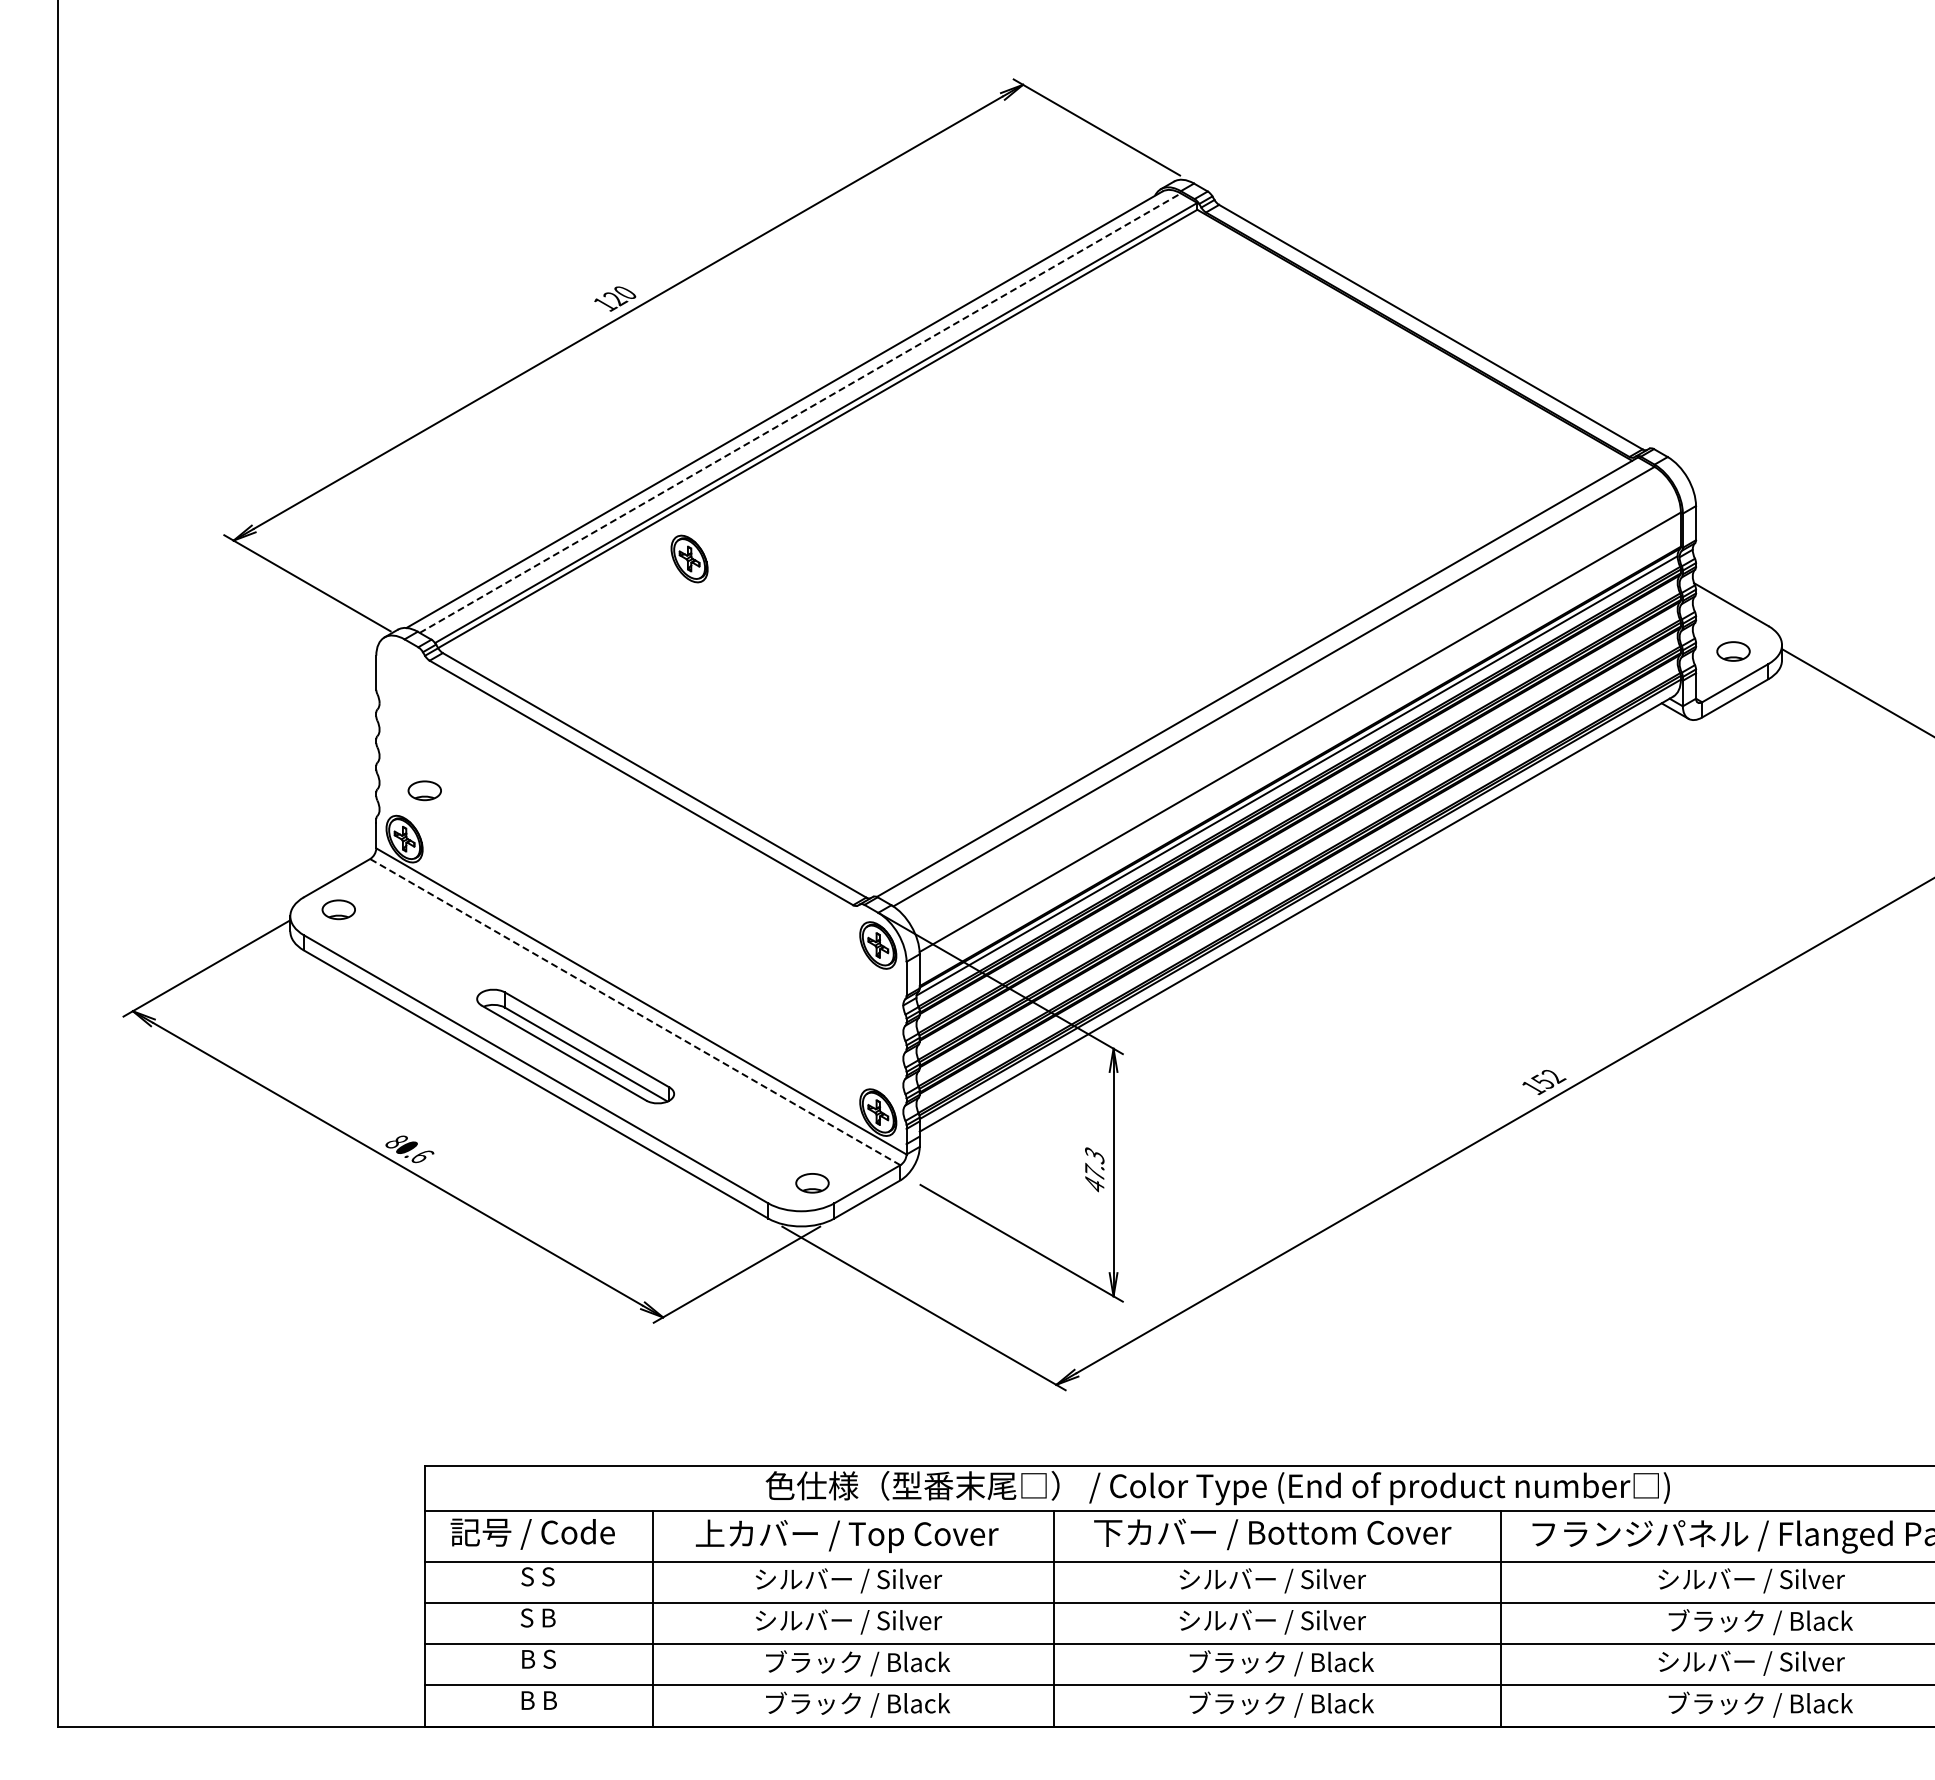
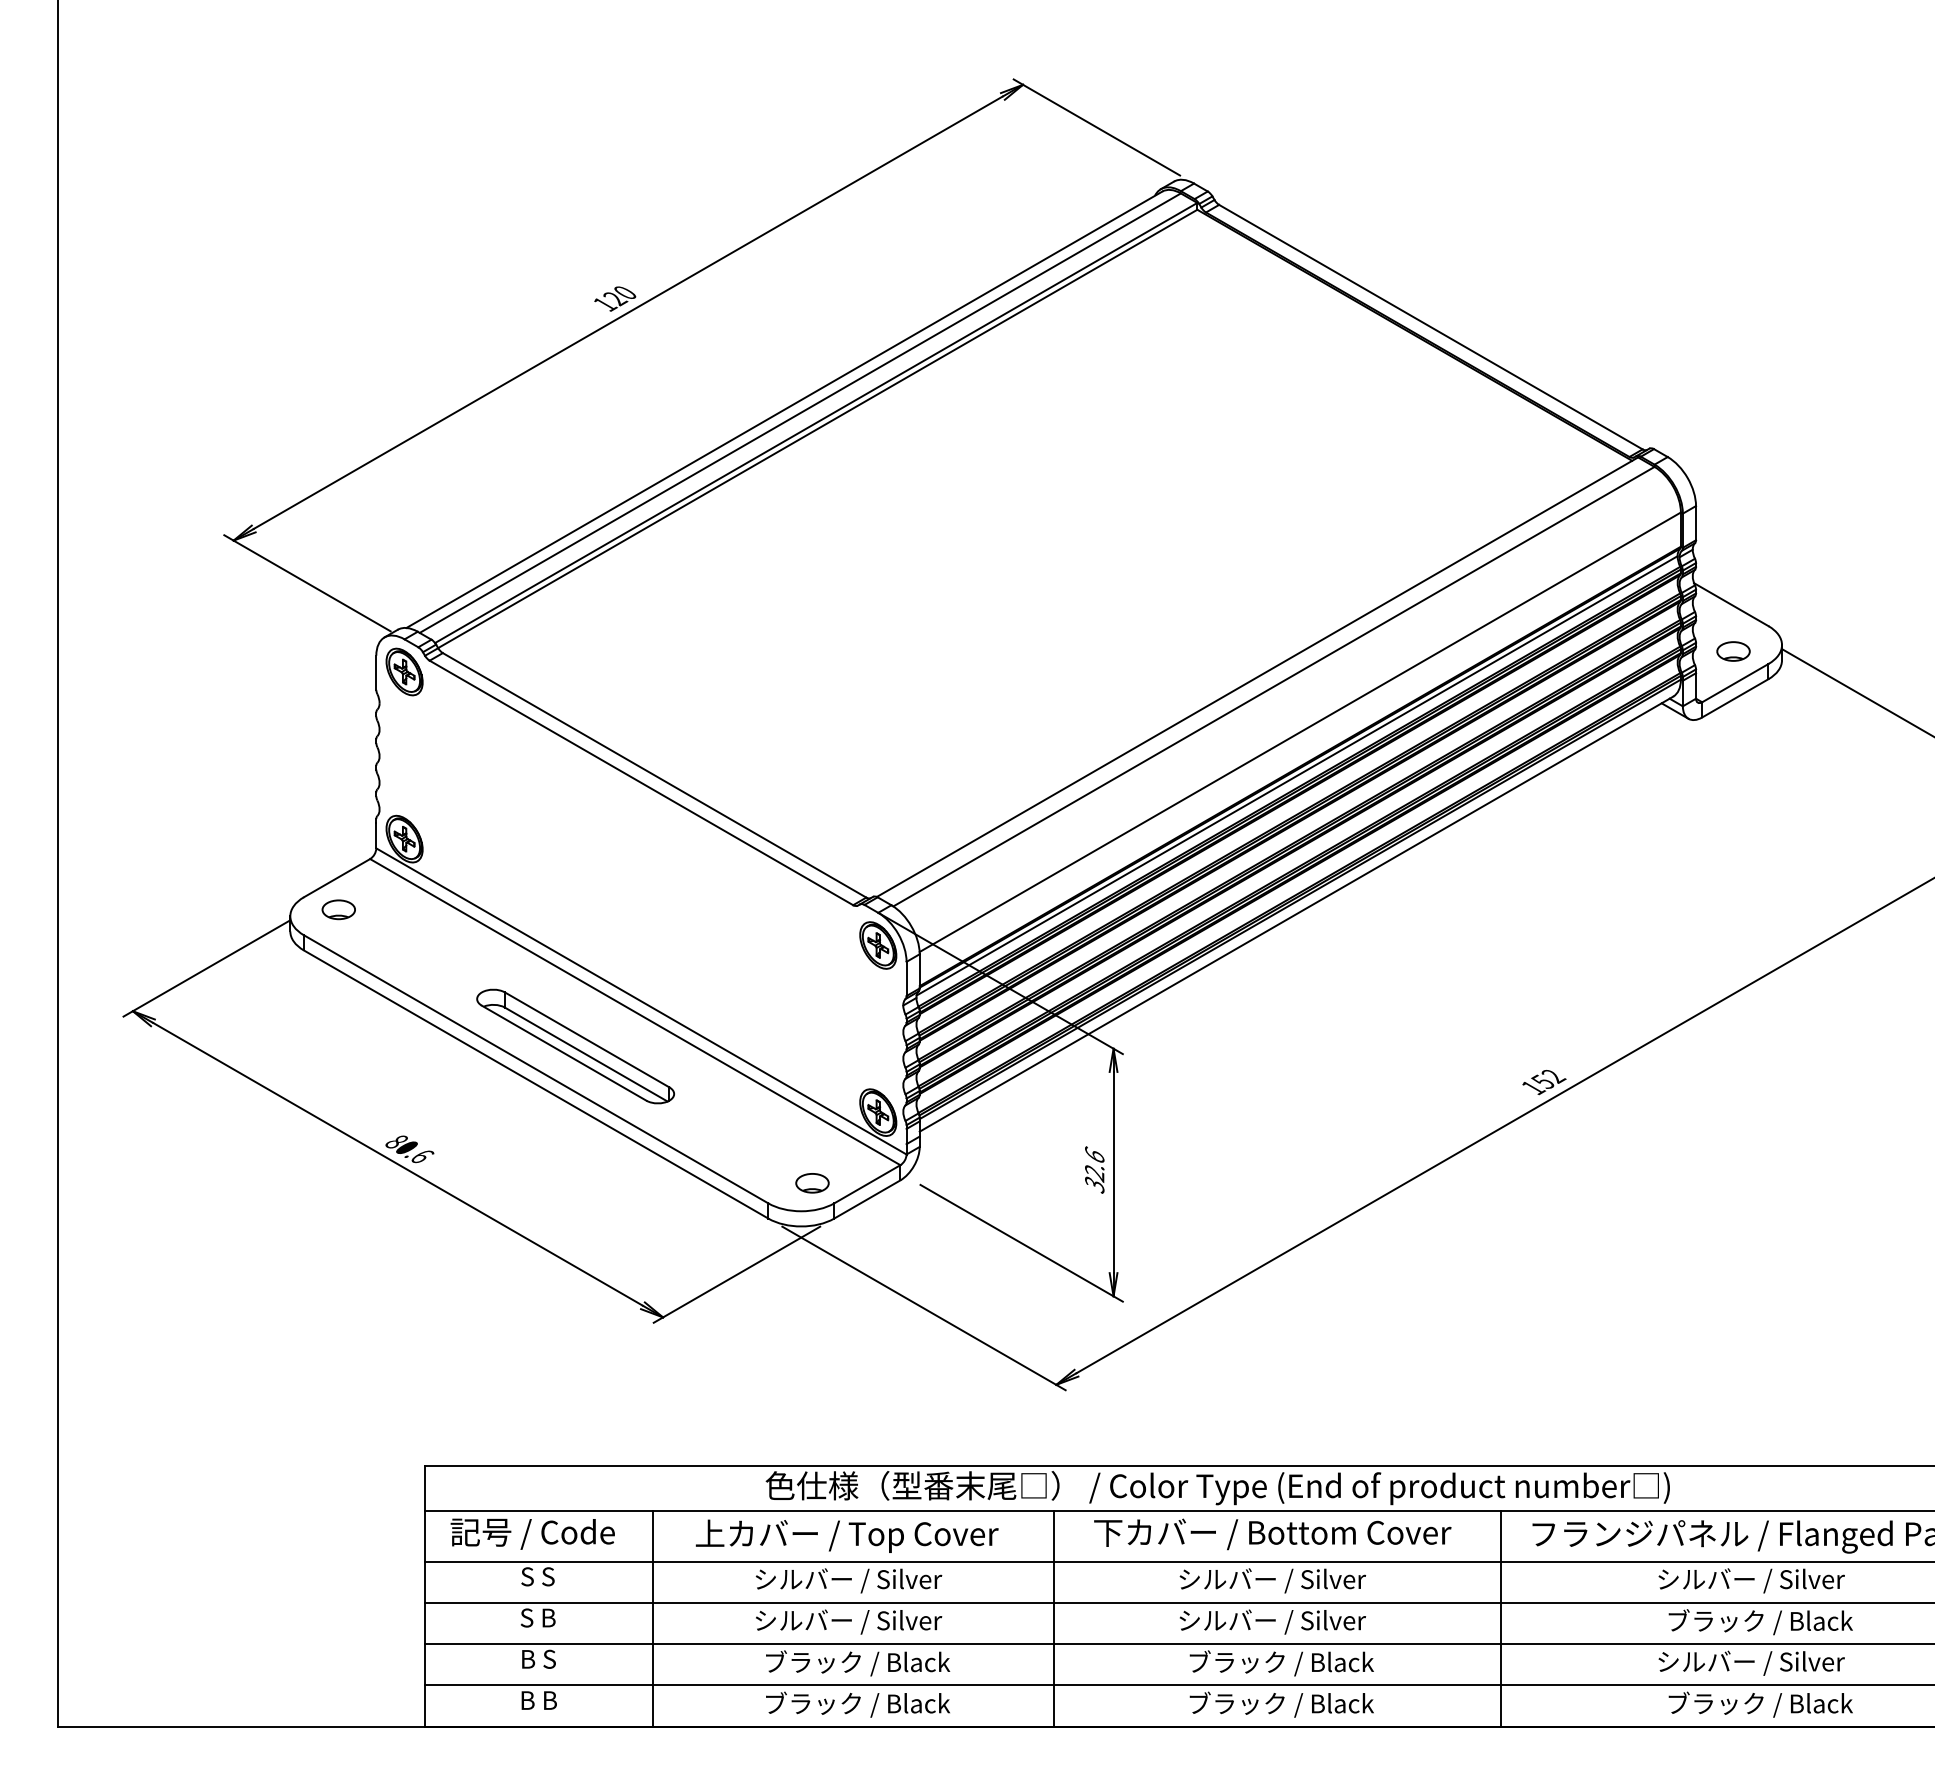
line at (800, 412): dashed -> solid
part at (689, 558) position: (689, 558) -> (404, 671)
part at (424, 790): present -> none
line at (634, 1011): dashed -> solid
text at (1094, 1169): 47.3 -> 32.6
